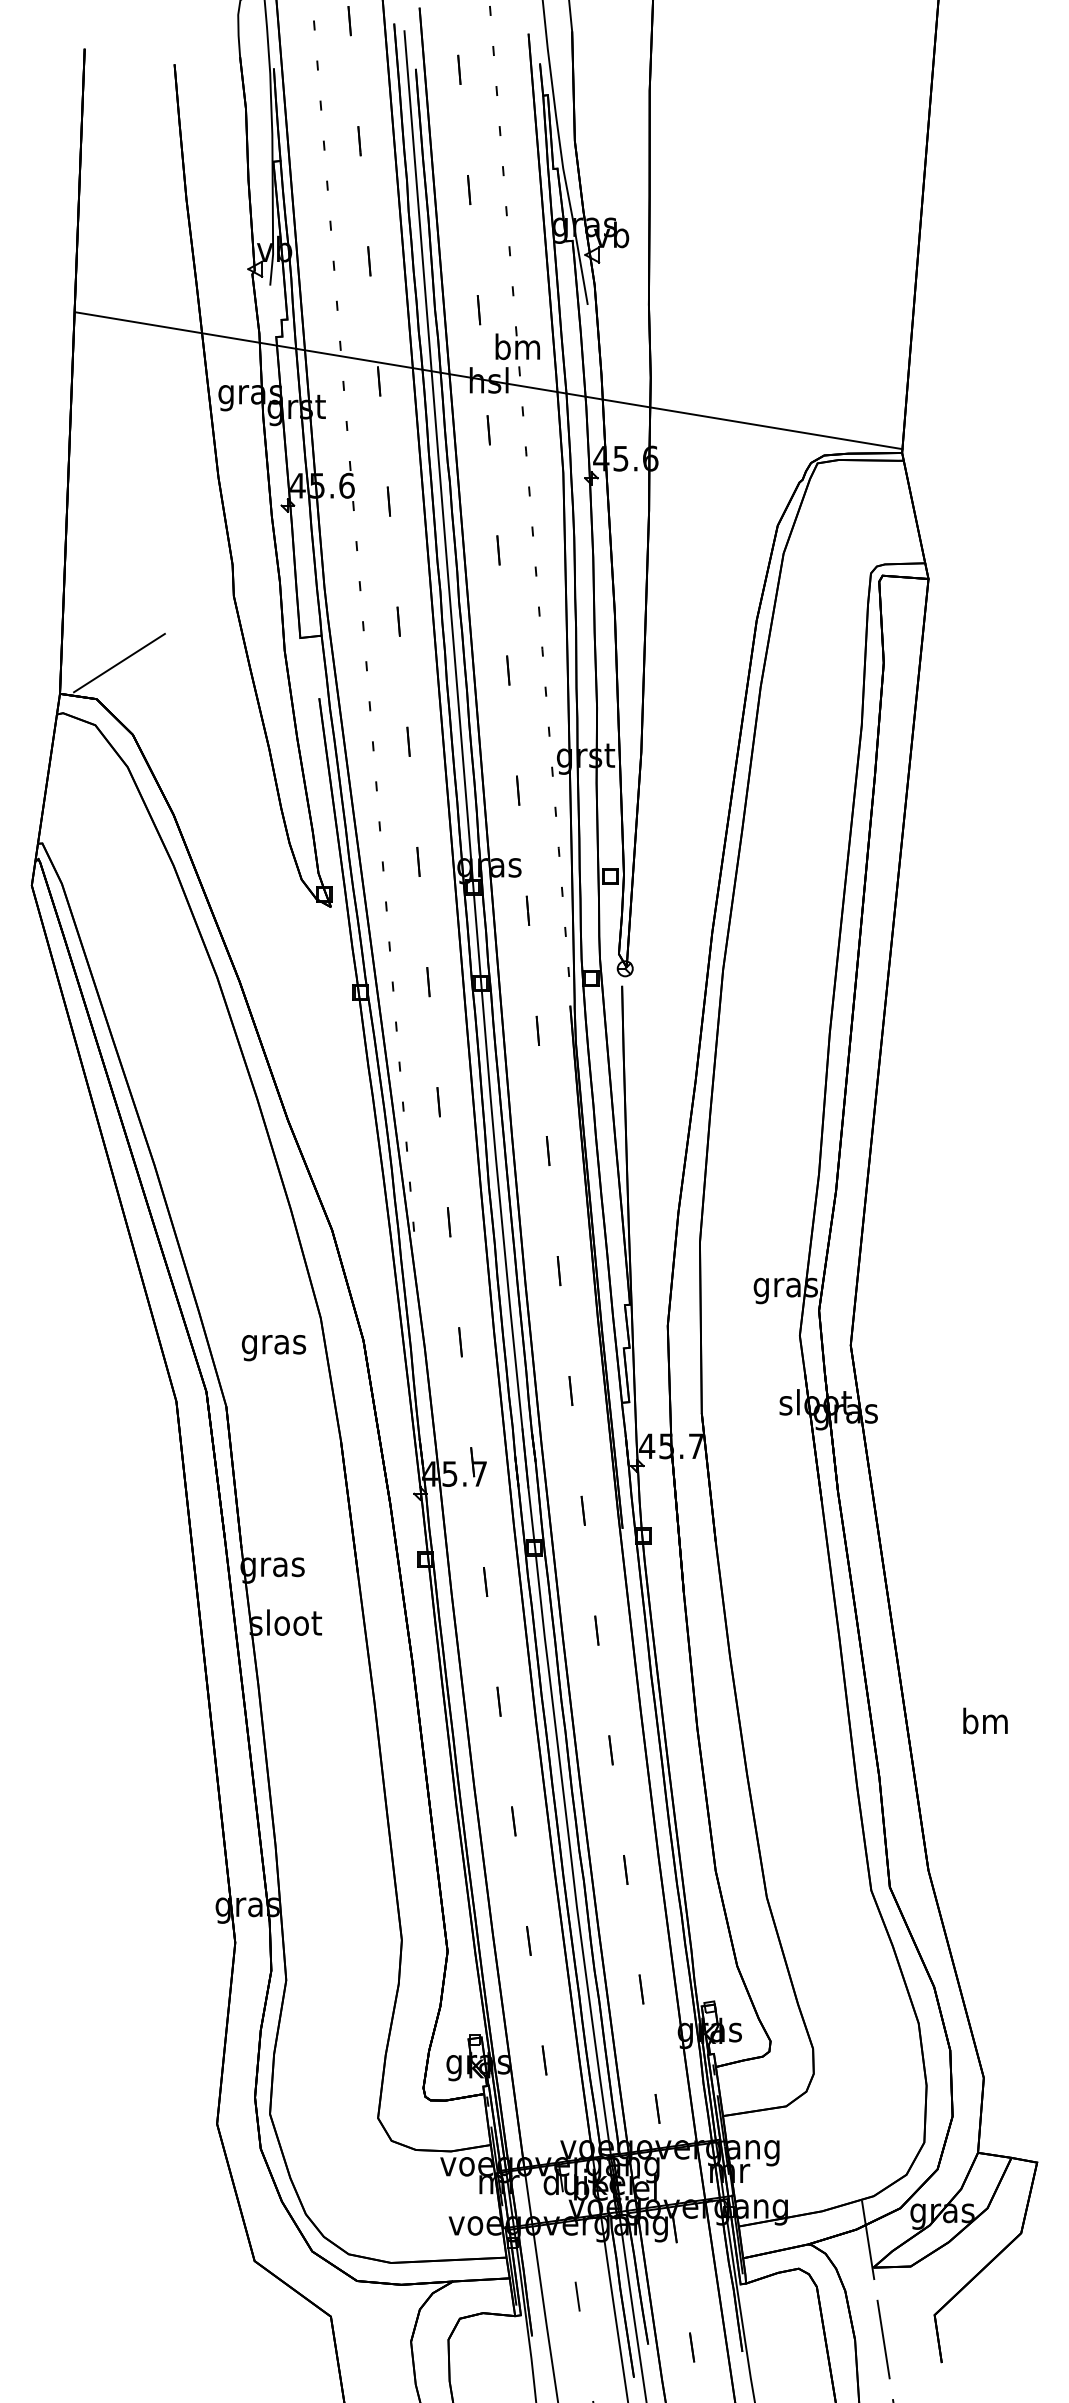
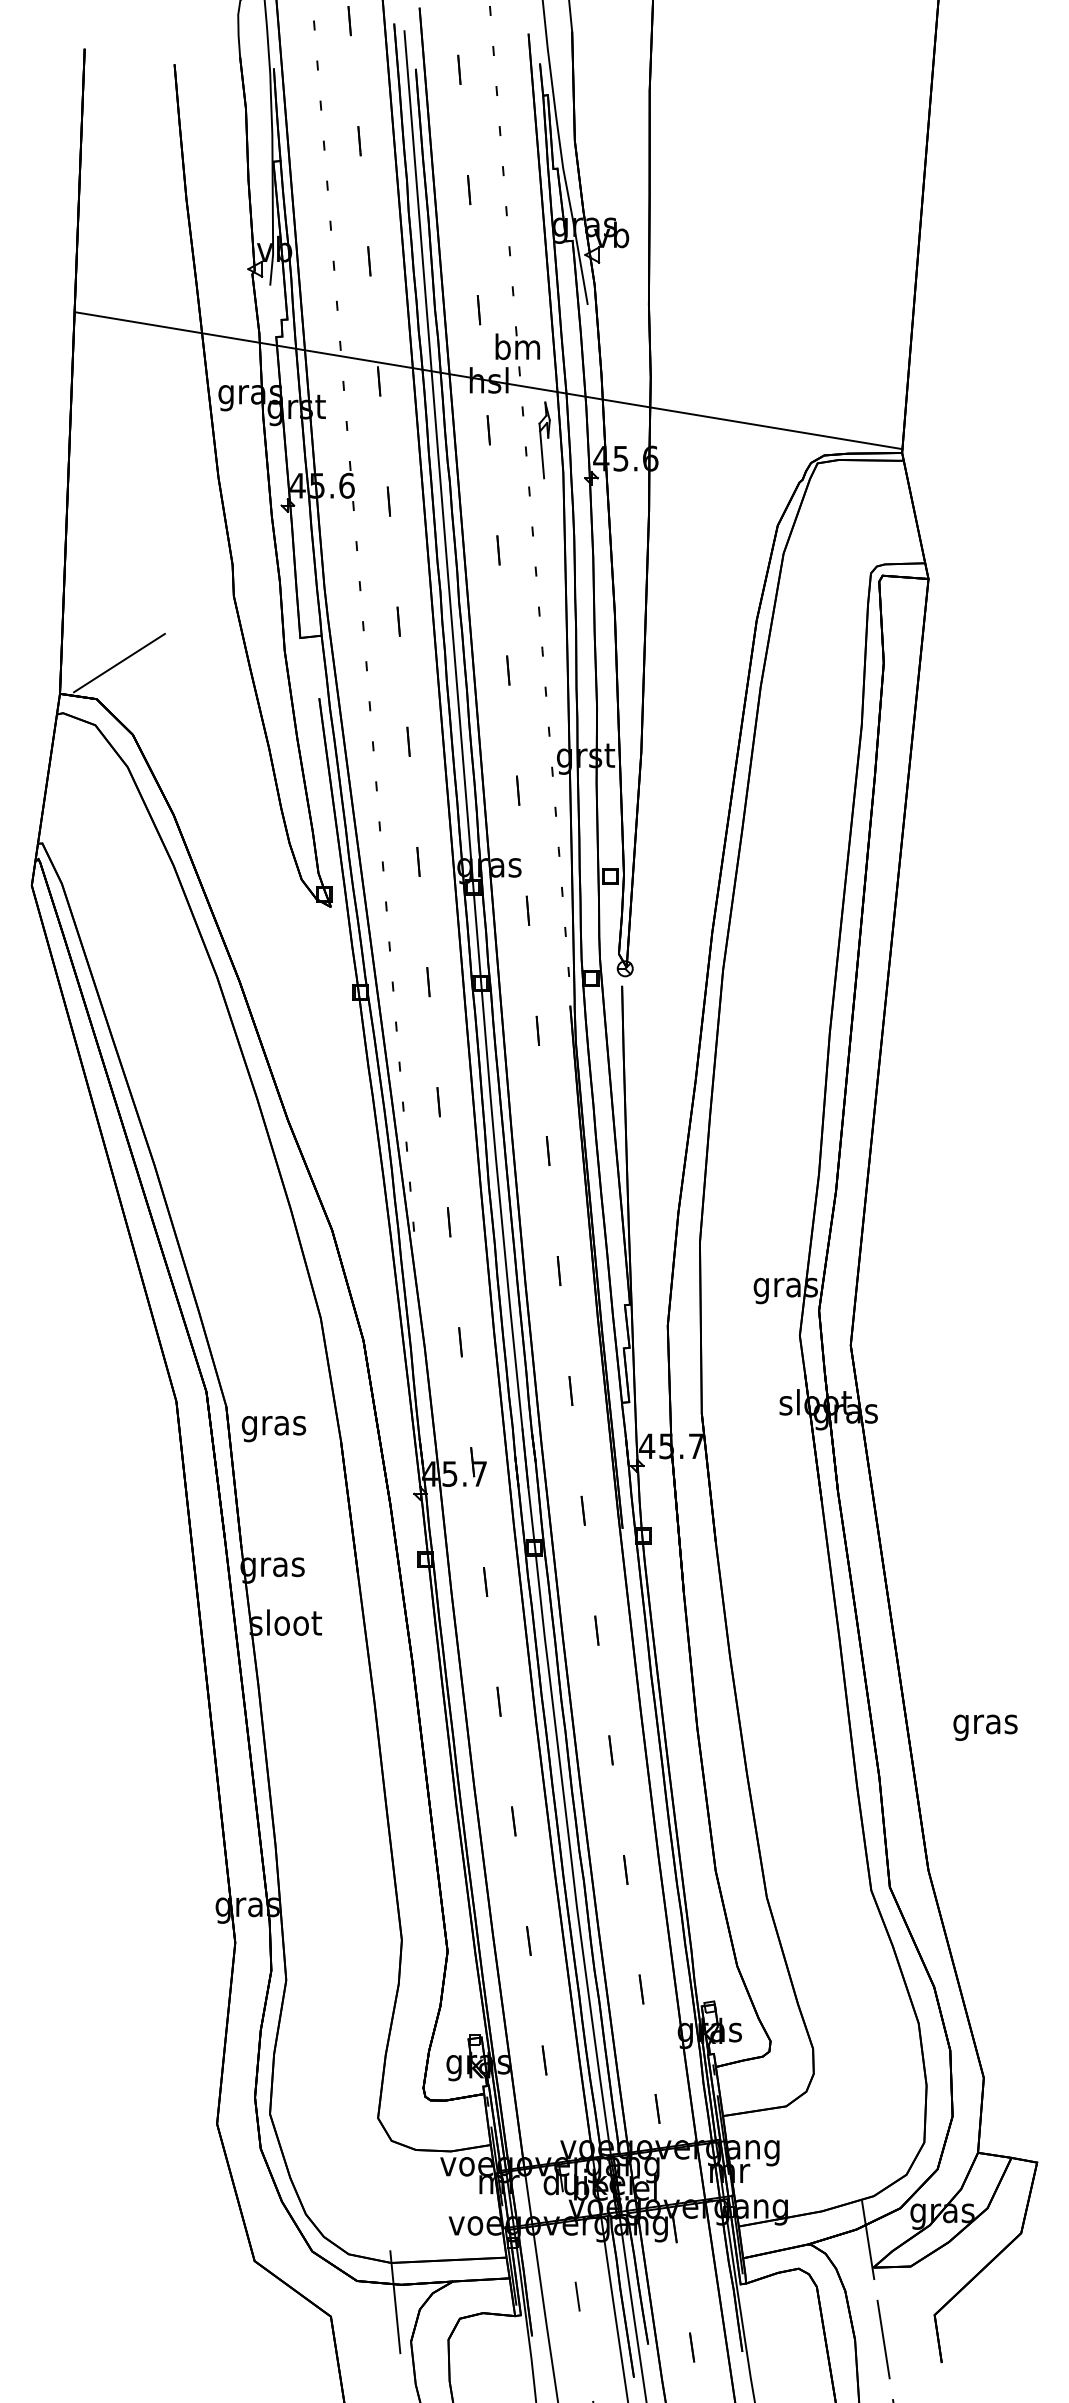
part at (544, 440): none -> present
text at (273, 1348) position: (273, 1348) -> (273, 1429)
text at (985, 1723): bm -> gras
line at (395, 2302): none -> present
